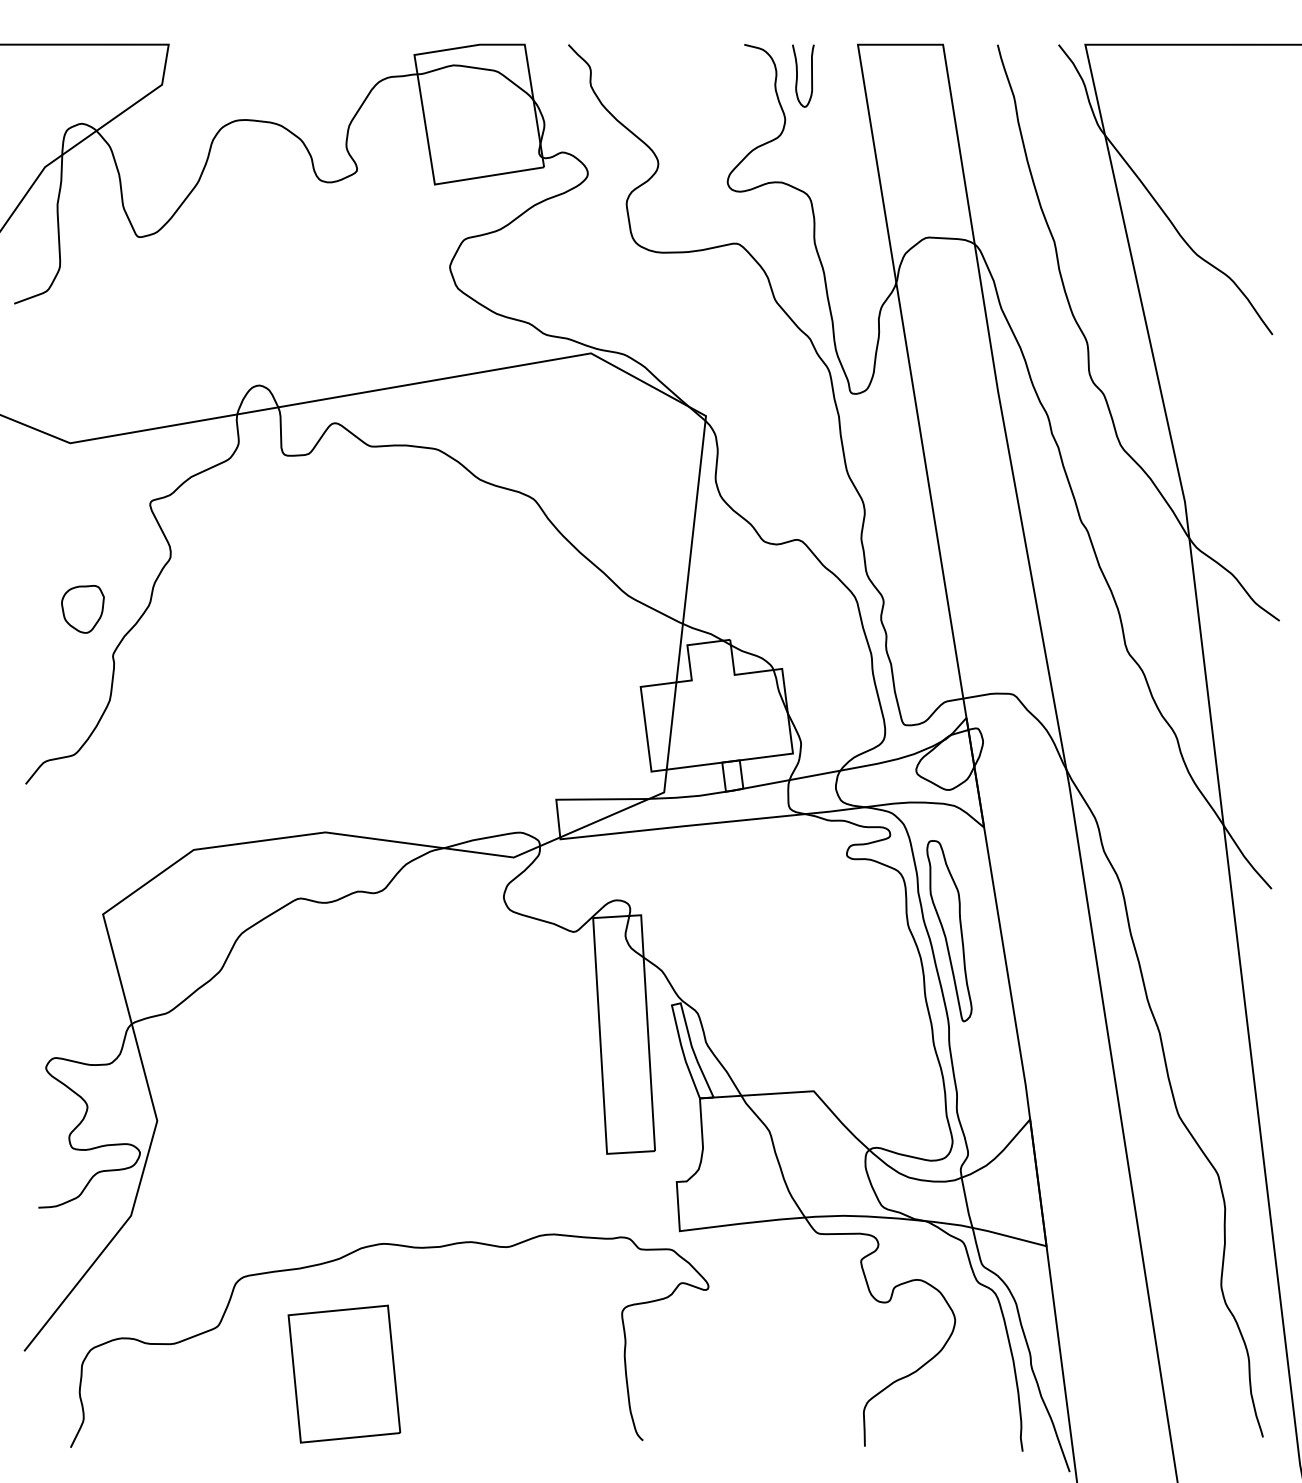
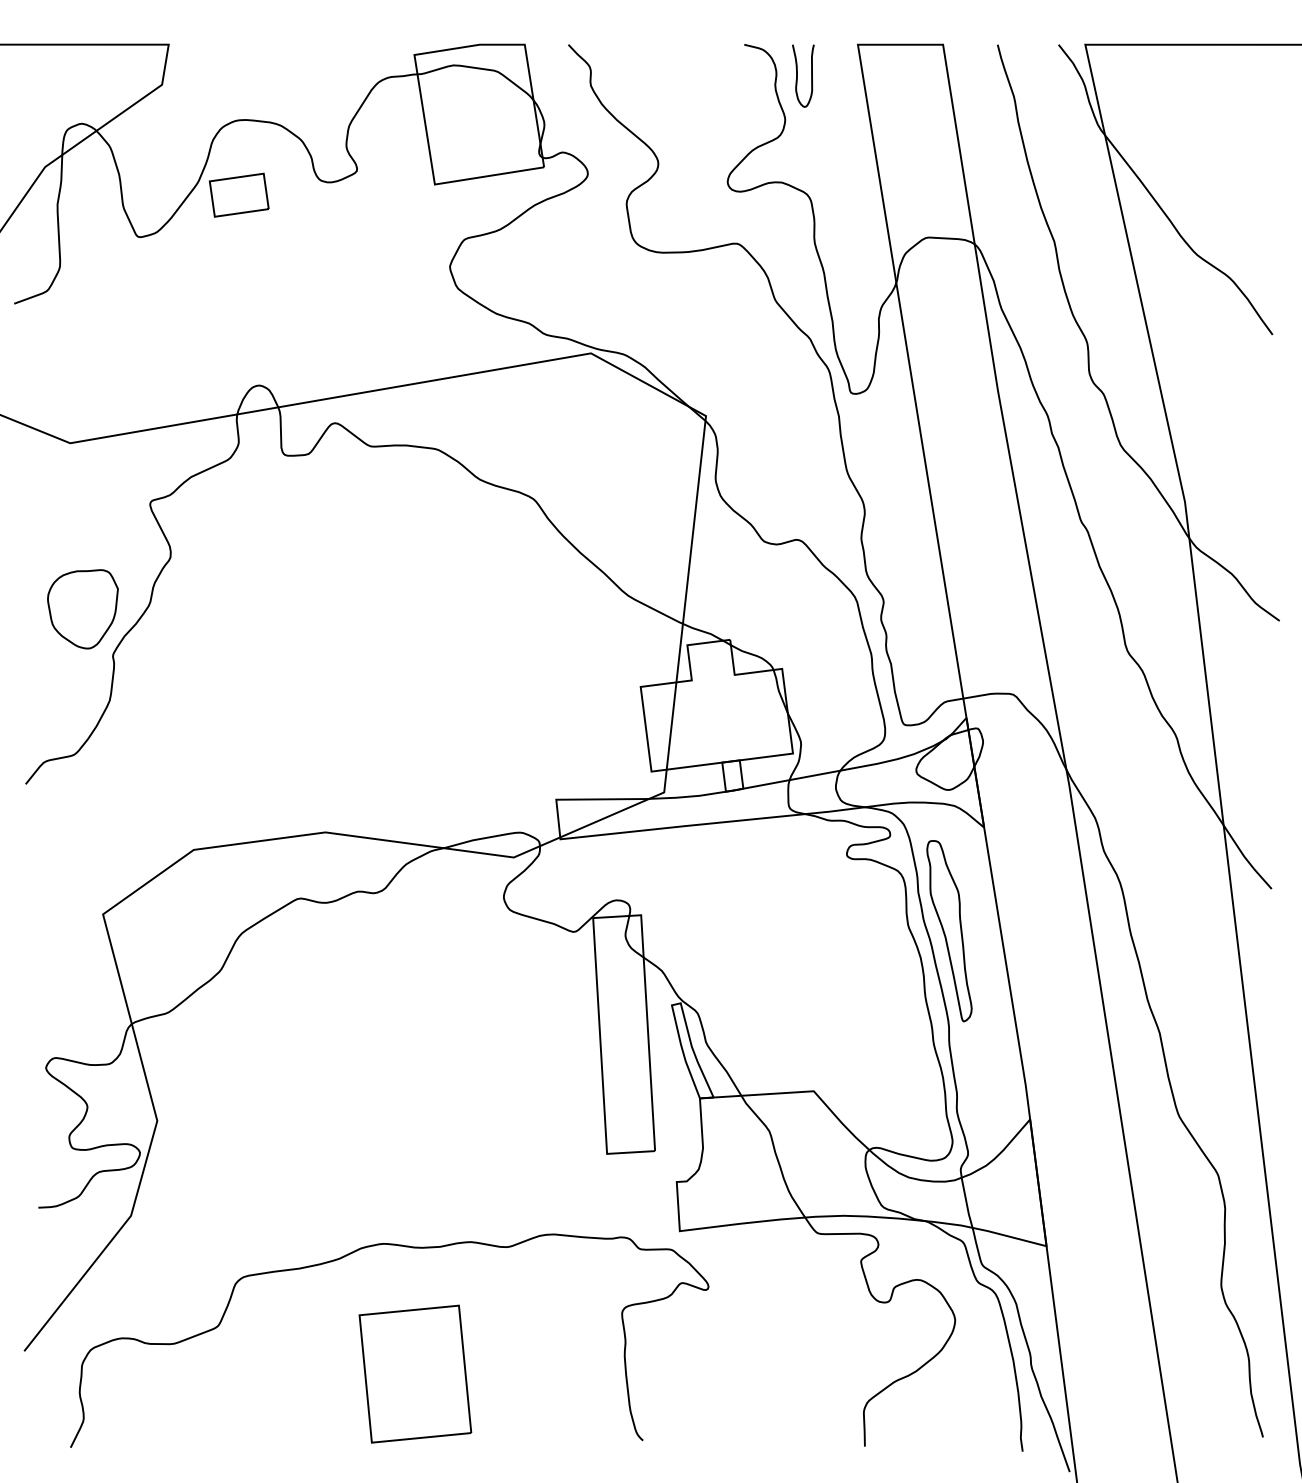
part at (238, 194): none -> present
part at (82, 609) size: 44x49 px -> 72x81 px
part at (344, 1373) position: (344, 1373) -> (415, 1373)
